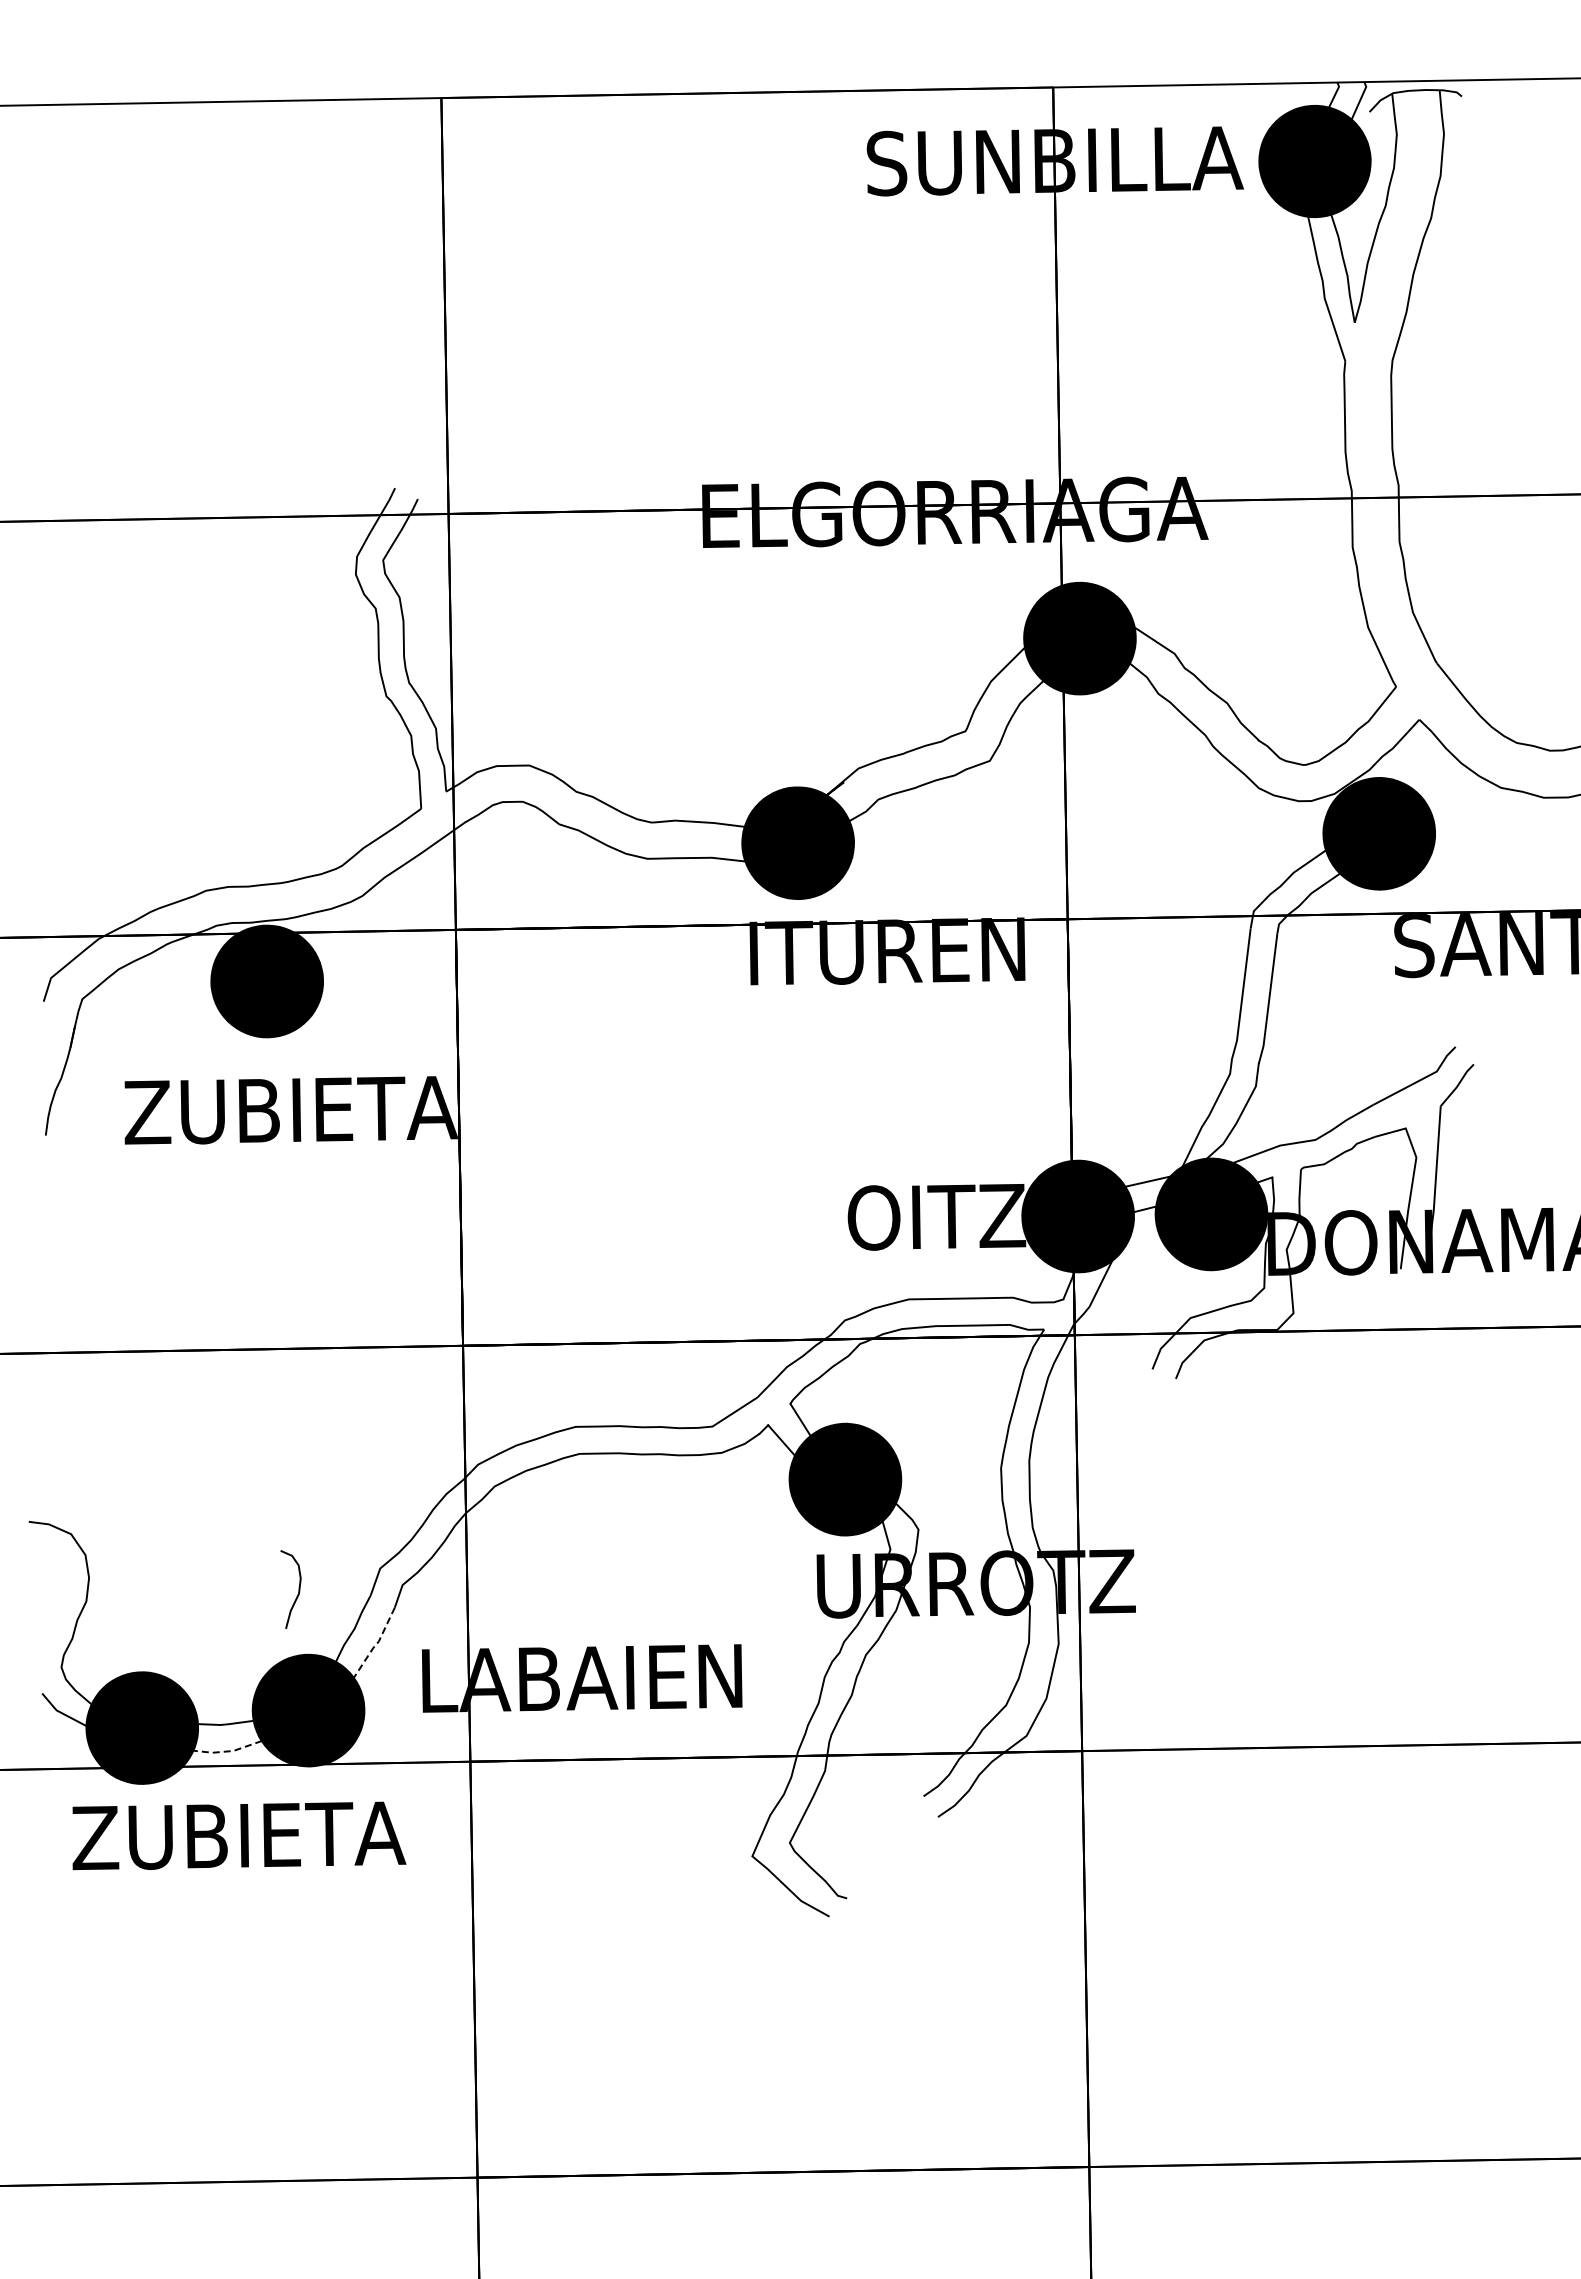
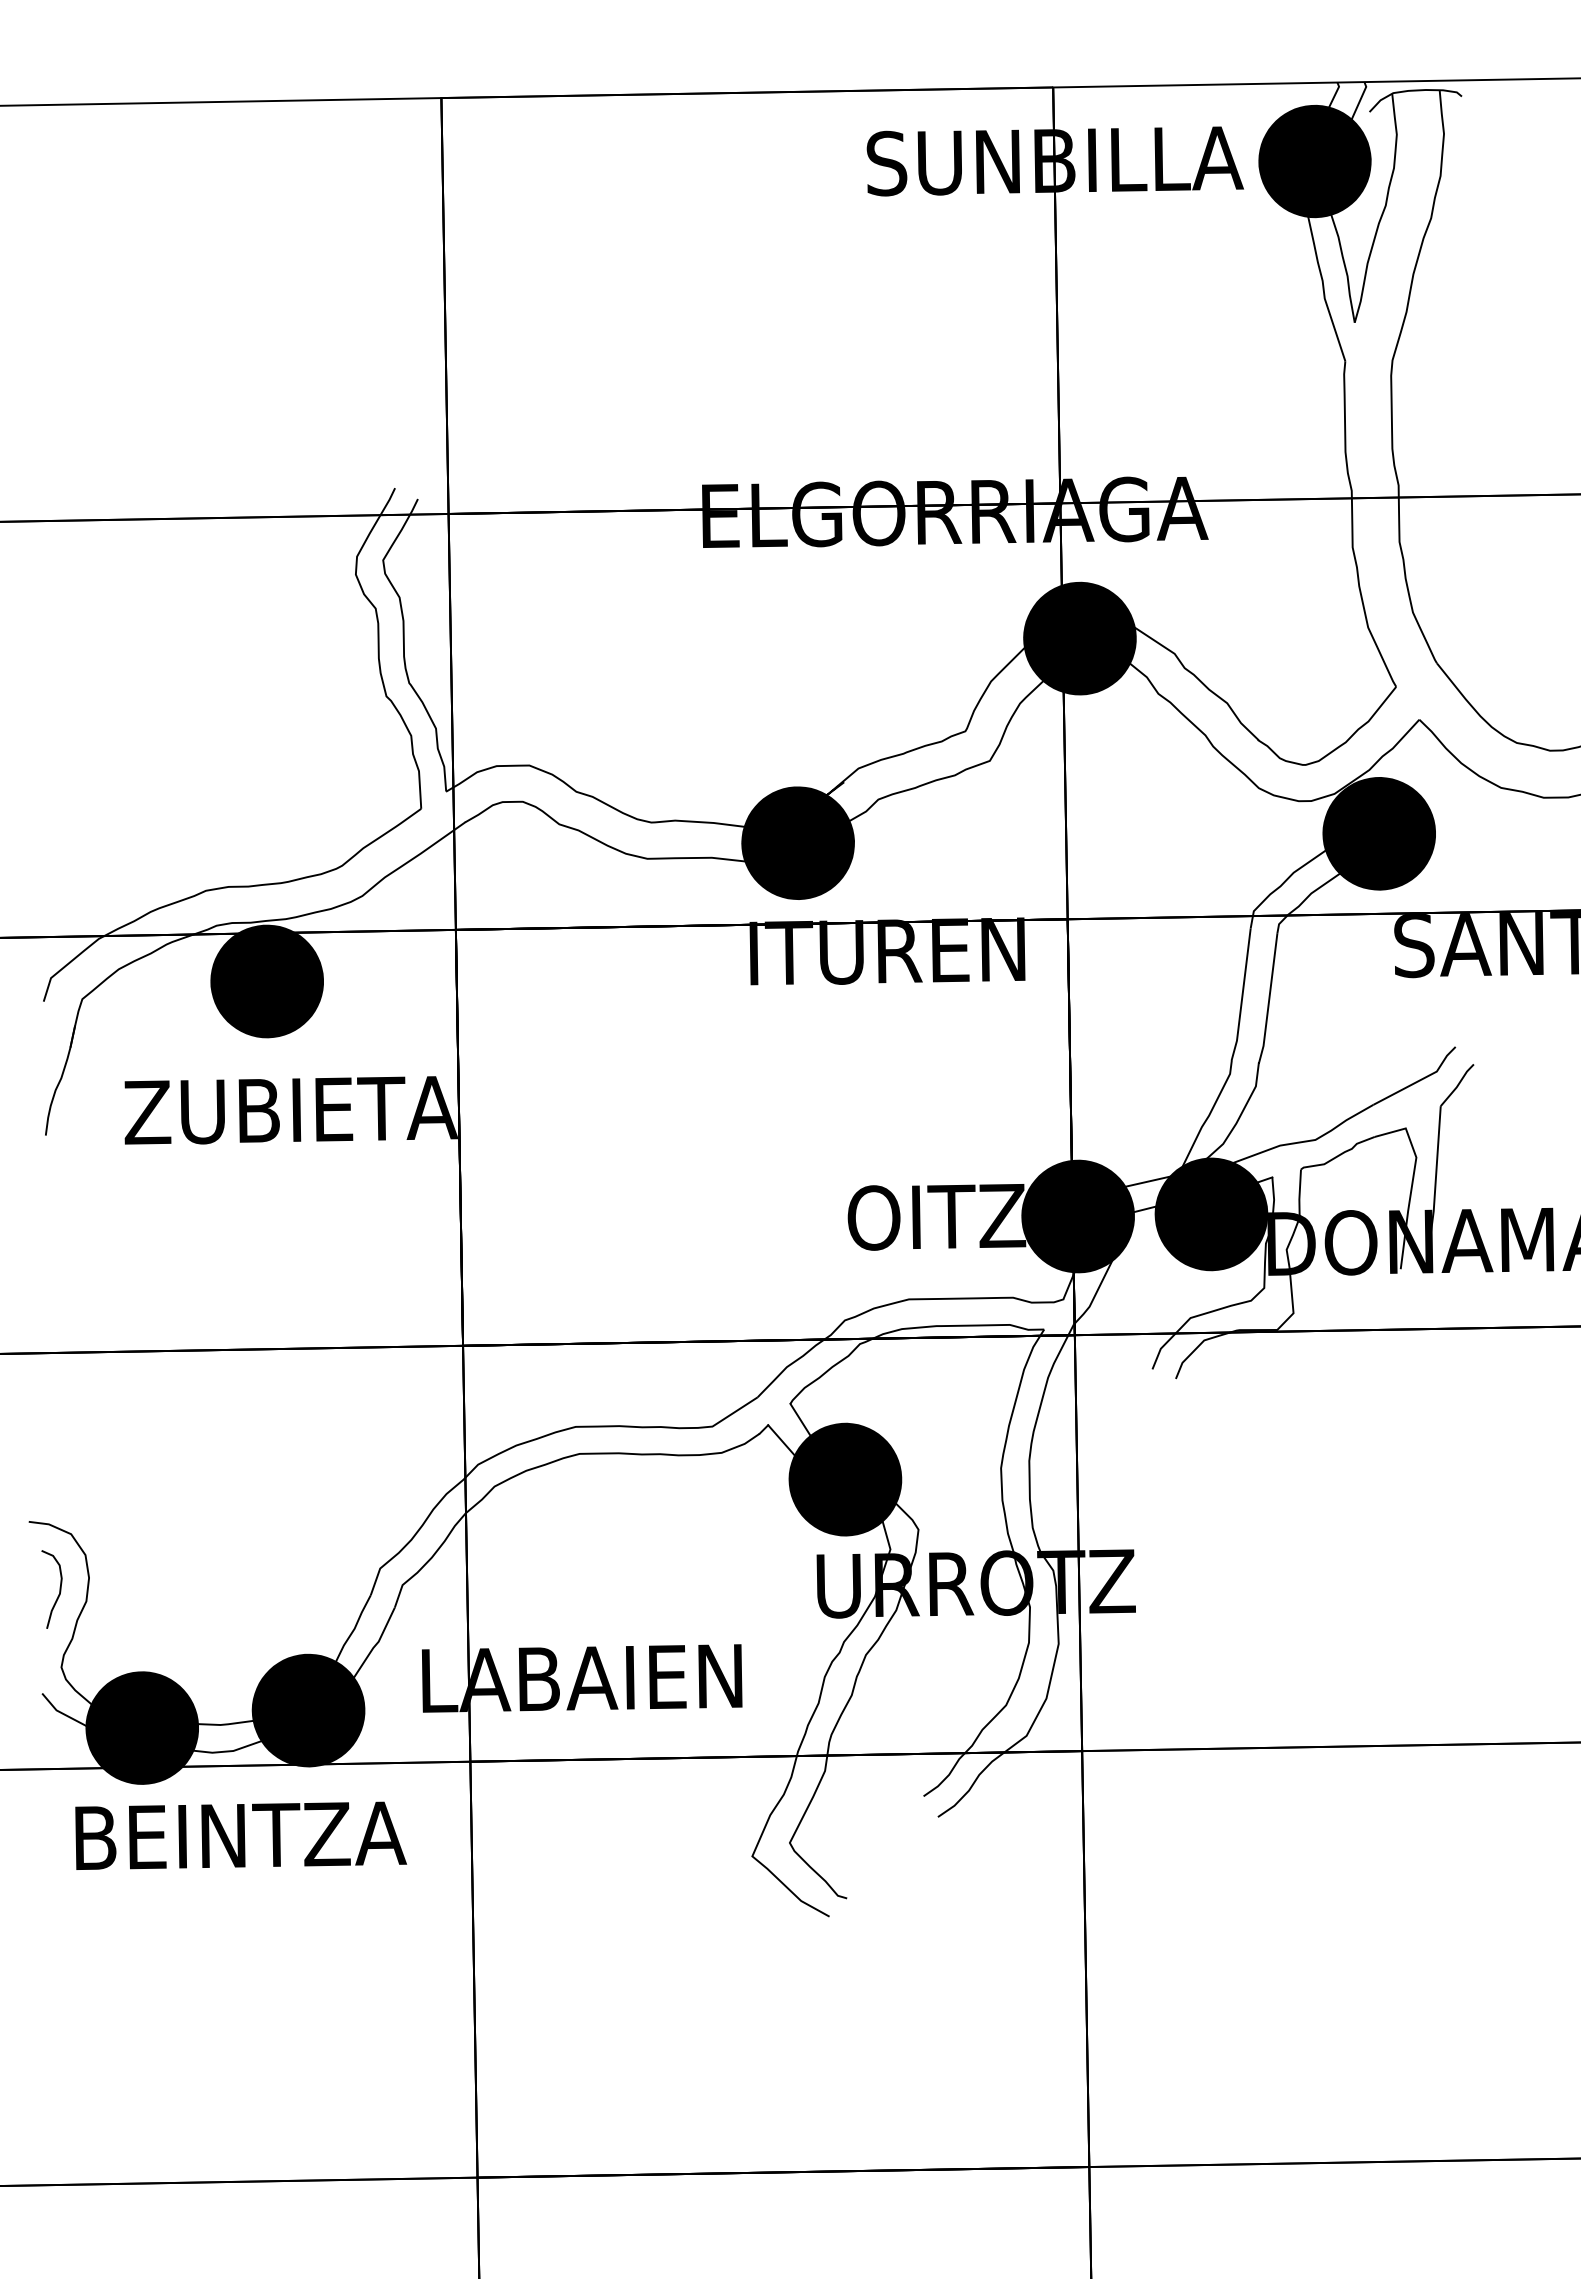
curve at (298, 1589) position: (298, 1589) -> (59, 1589)
line at (376, 1644): dashed -> solid
line at (227, 1751): dashed -> solid
text at (239, 1835): ZUBIETA -> BEINTZA
